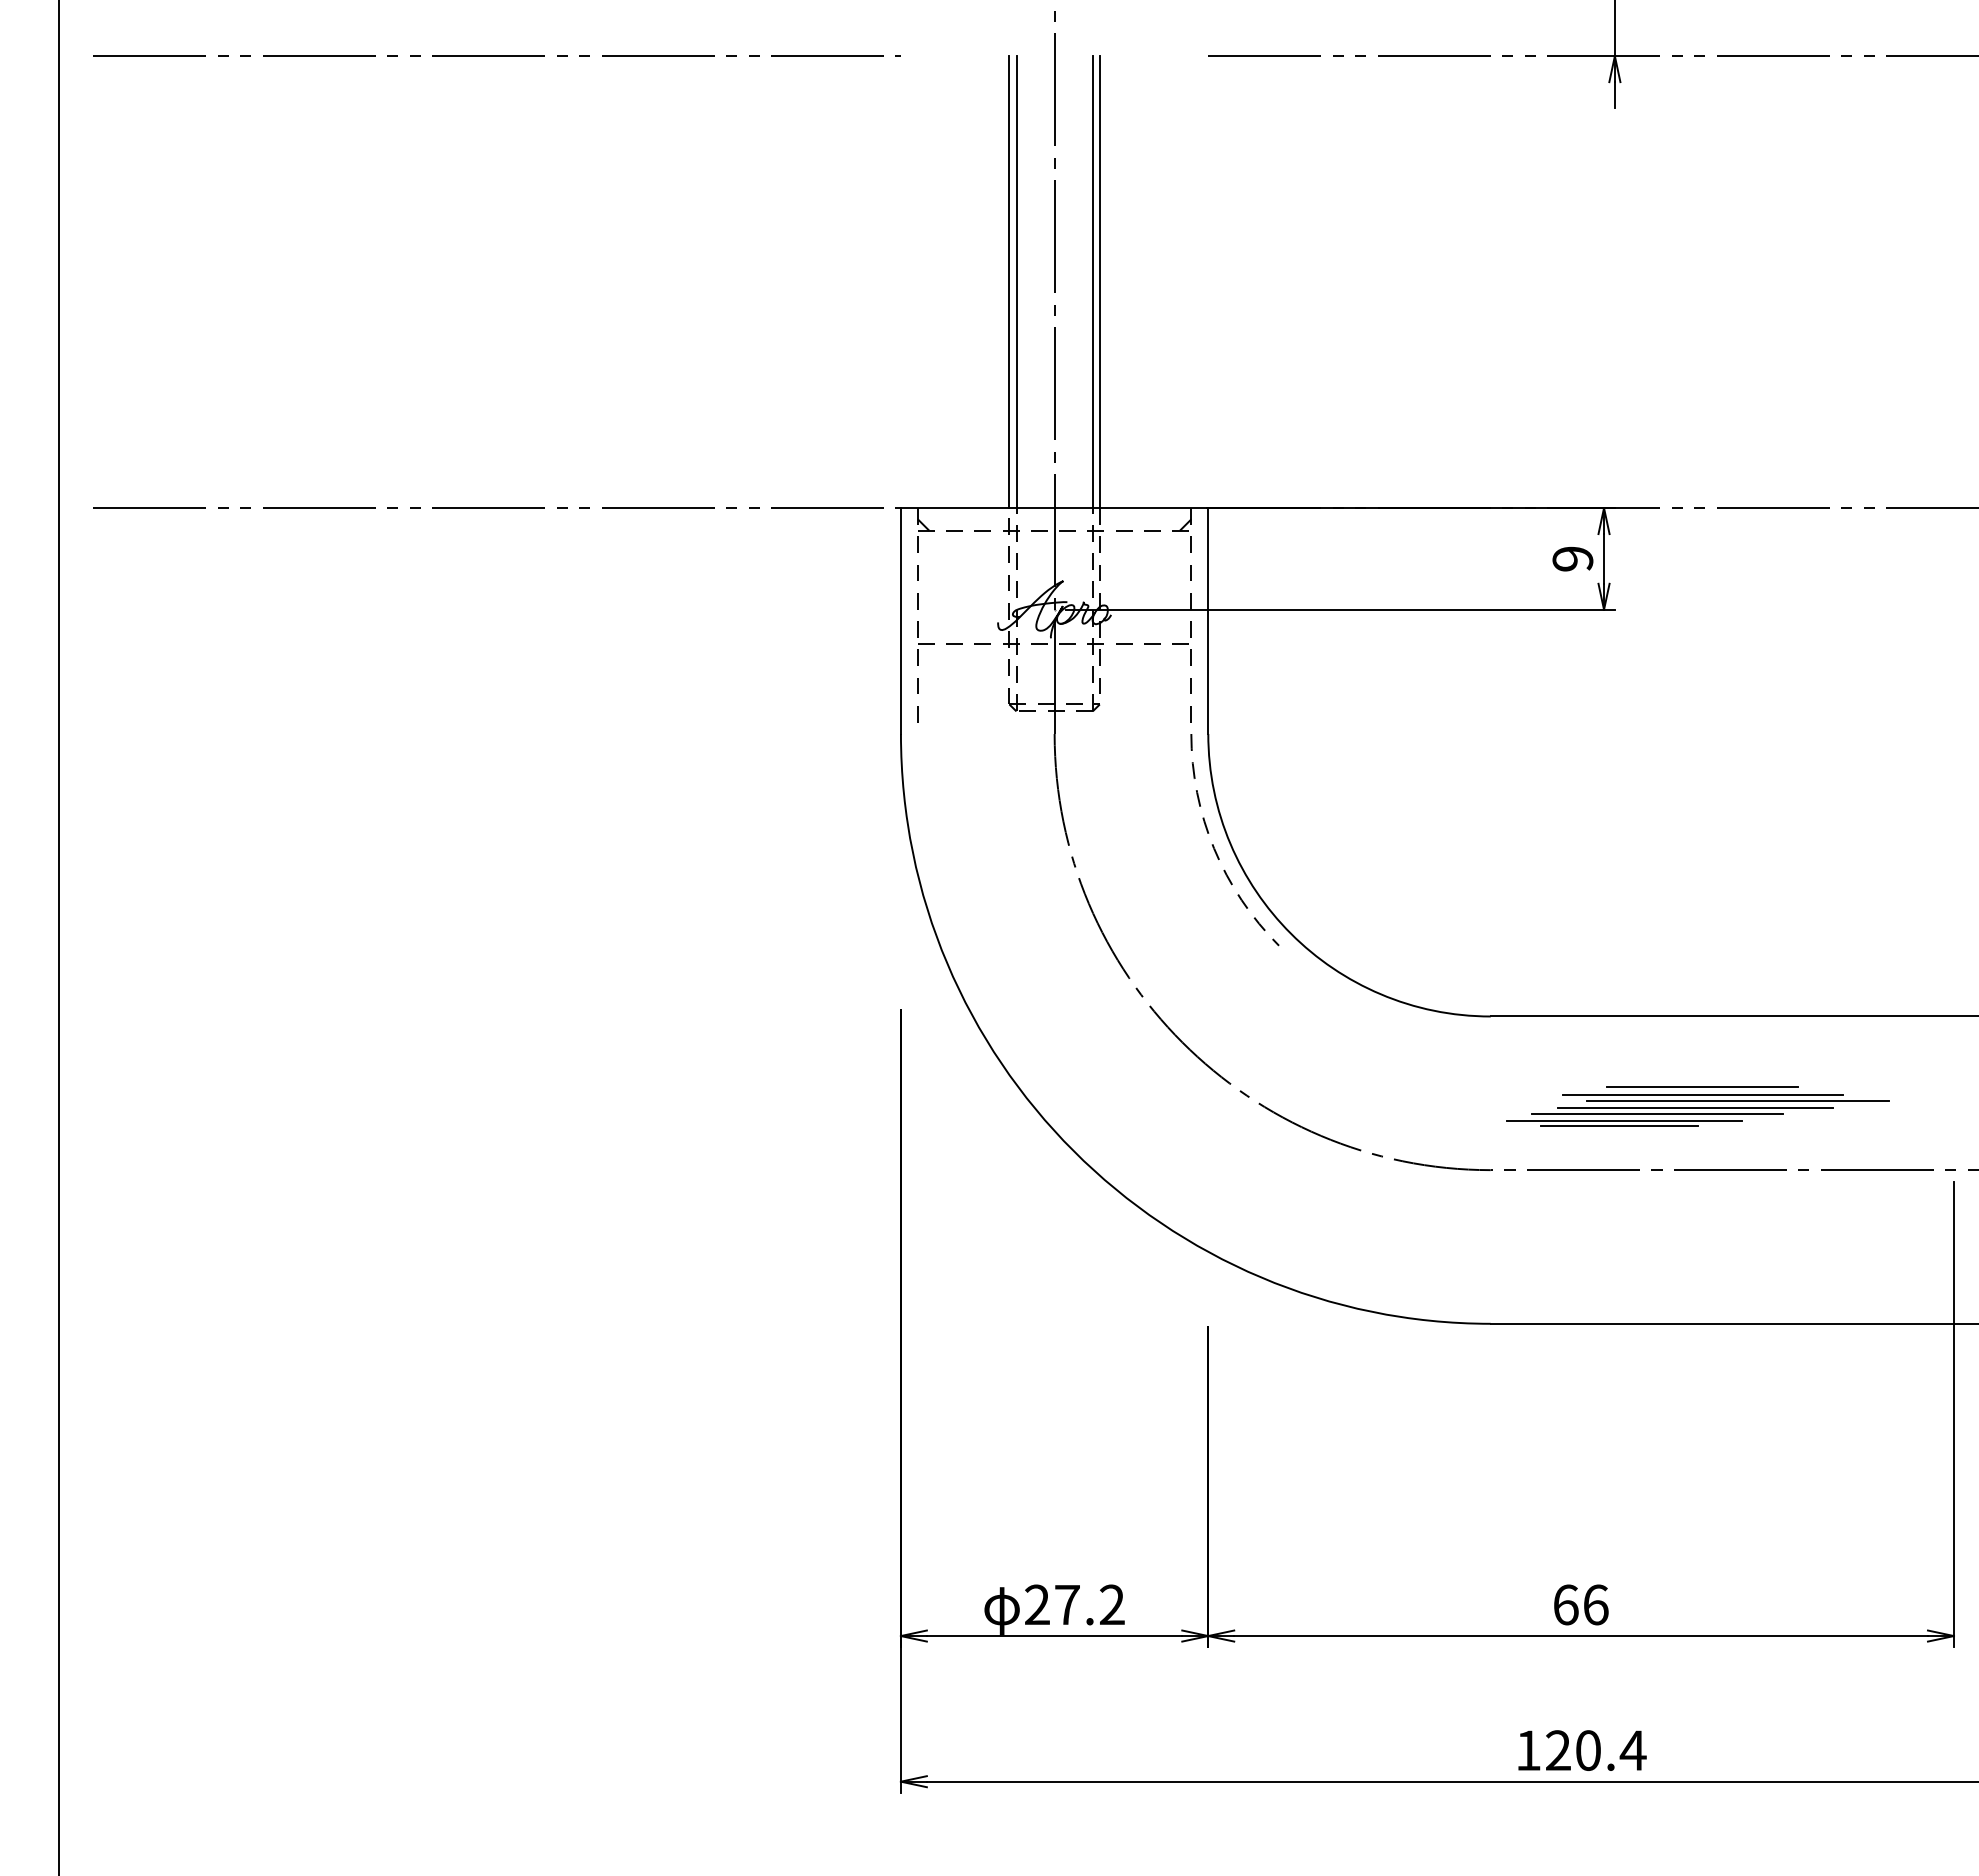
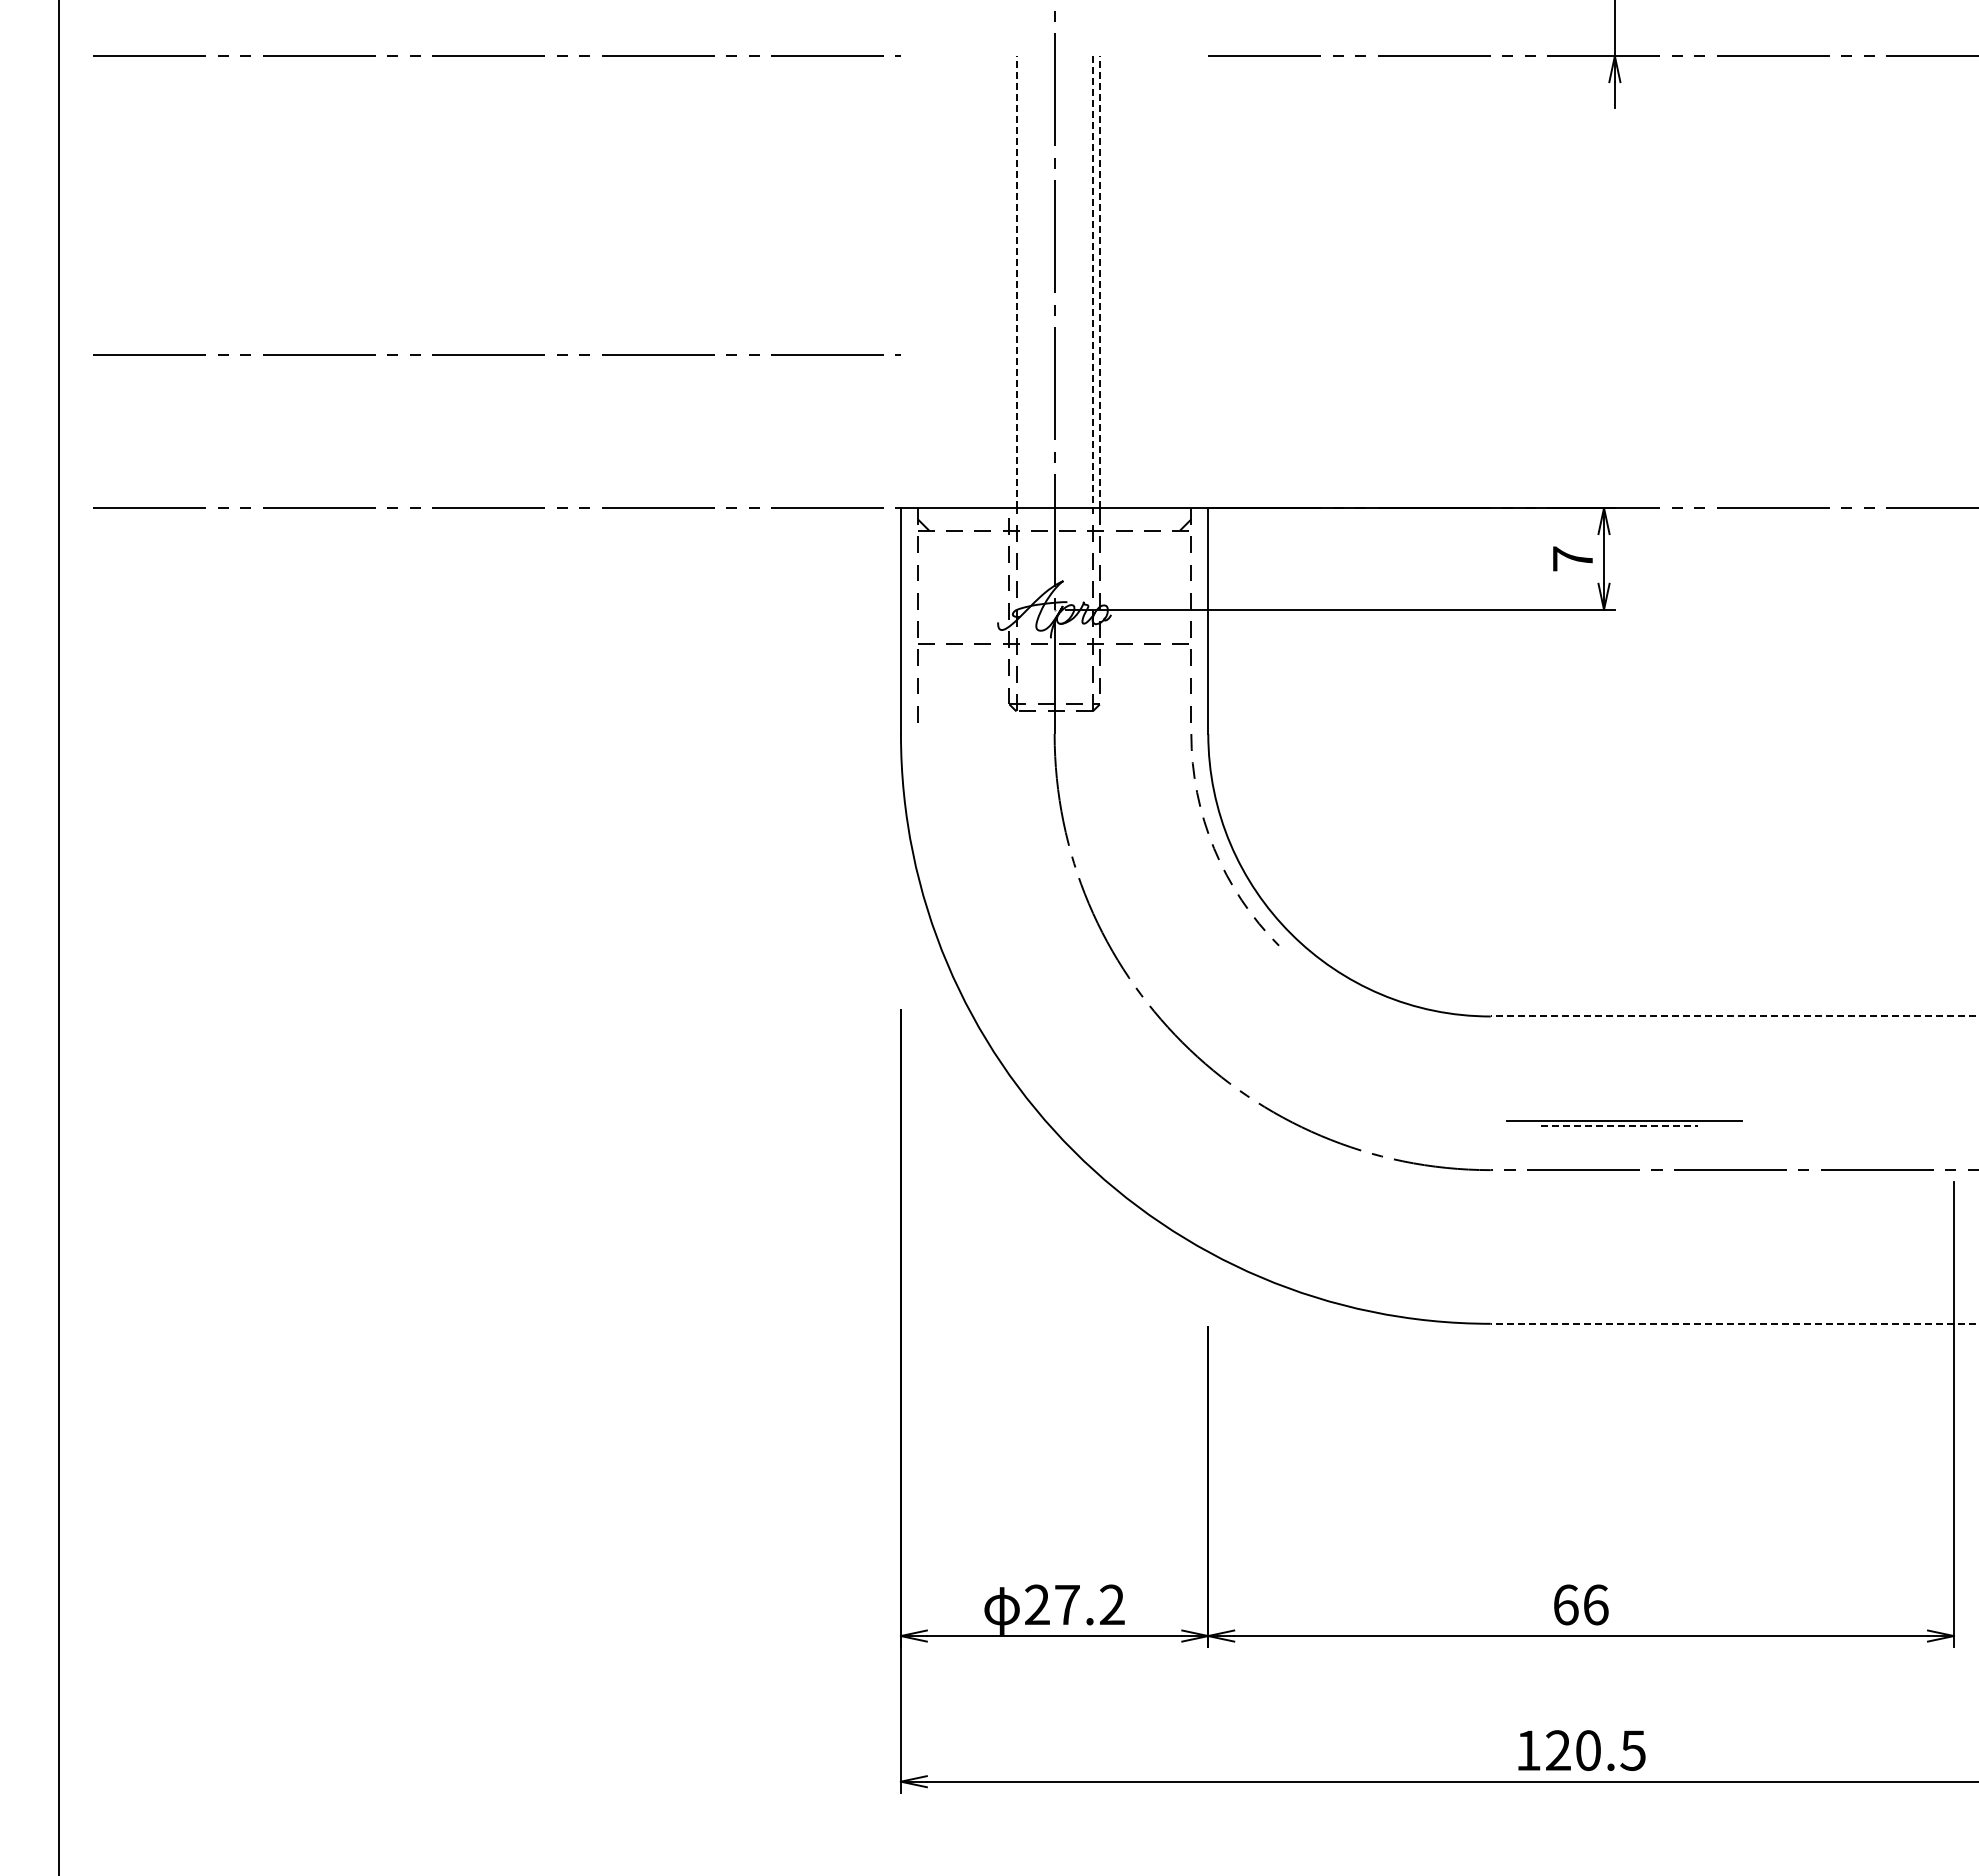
line at (1009, 282): present -> none
line at (1016, 282): solid -> dashed
line at (1092, 282): solid -> dashed
line at (1099, 282): solid -> dashed
line at (496, 354): none -> present
text at (1572, 558): 9 -> 7
line at (1734, 1016): solid -> dashed
line at (1702, 1087): present -> none
line at (1702, 1094): present -> none
line at (1738, 1101): present -> none
line at (1694, 1107): present -> none
line at (1657, 1114): present -> none
line at (1620, 1125): solid -> dashed
line at (1734, 1323): solid -> dashed
text at (1632, 1750): 120.4 -> 120.5
